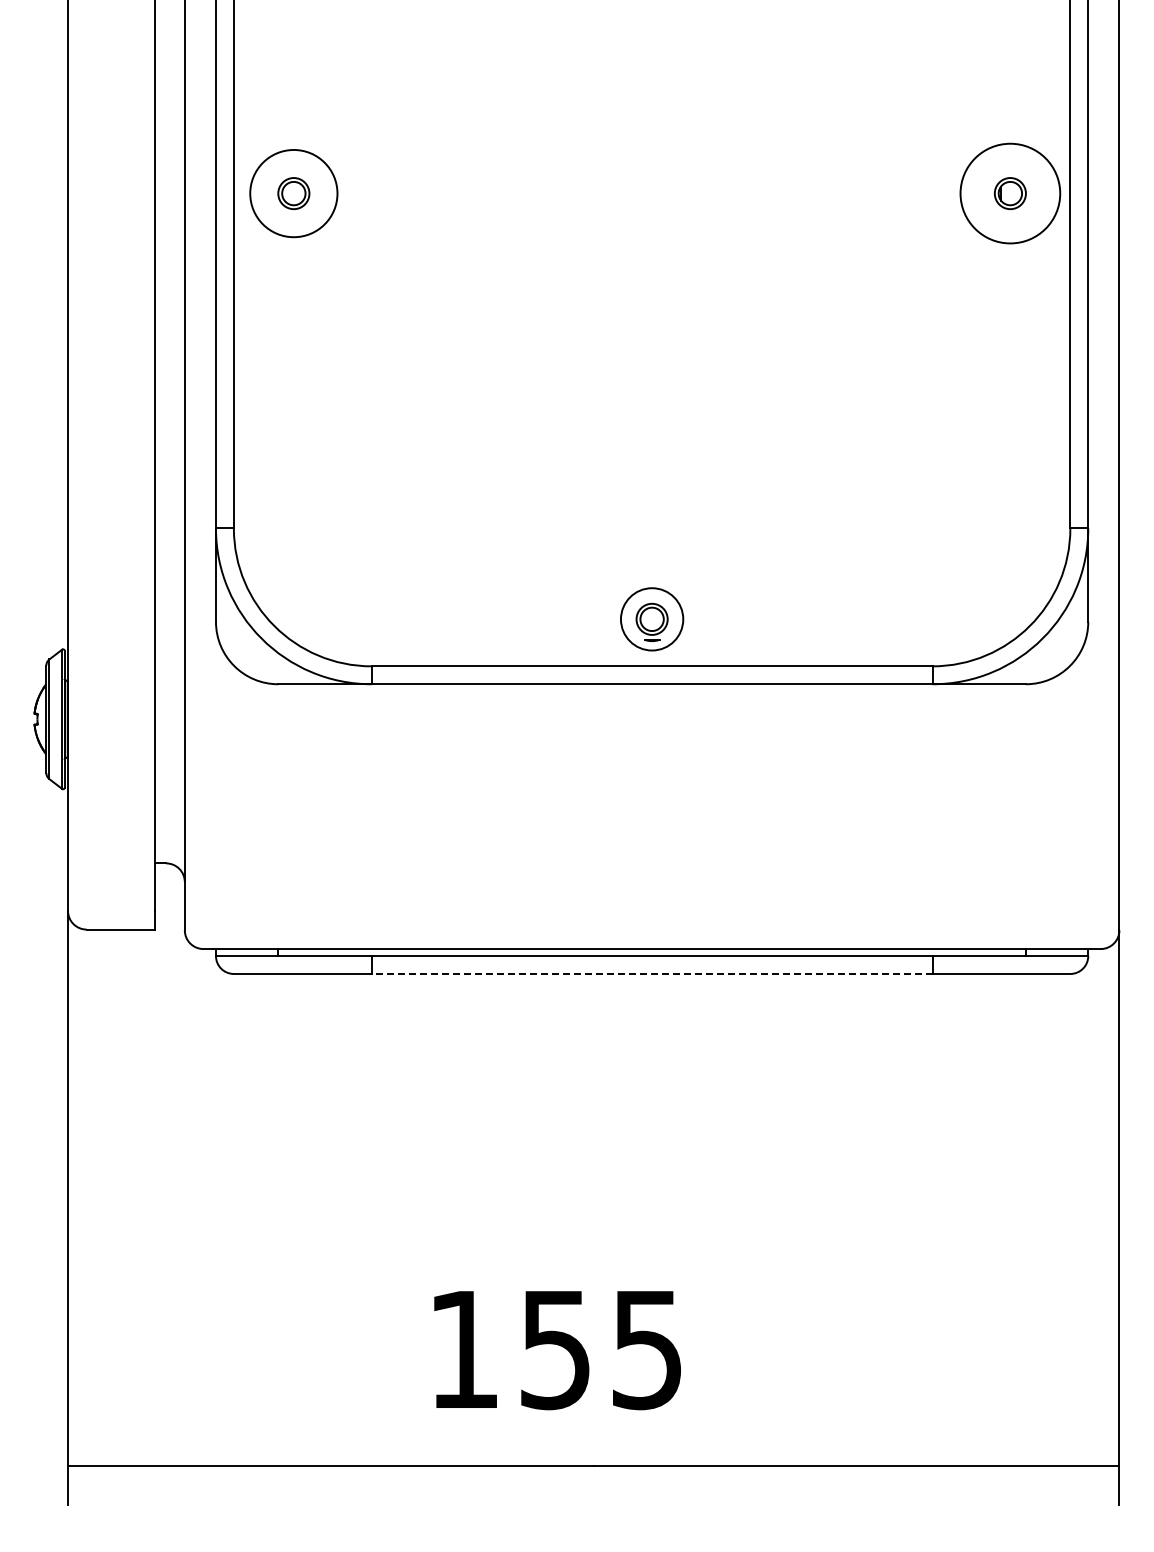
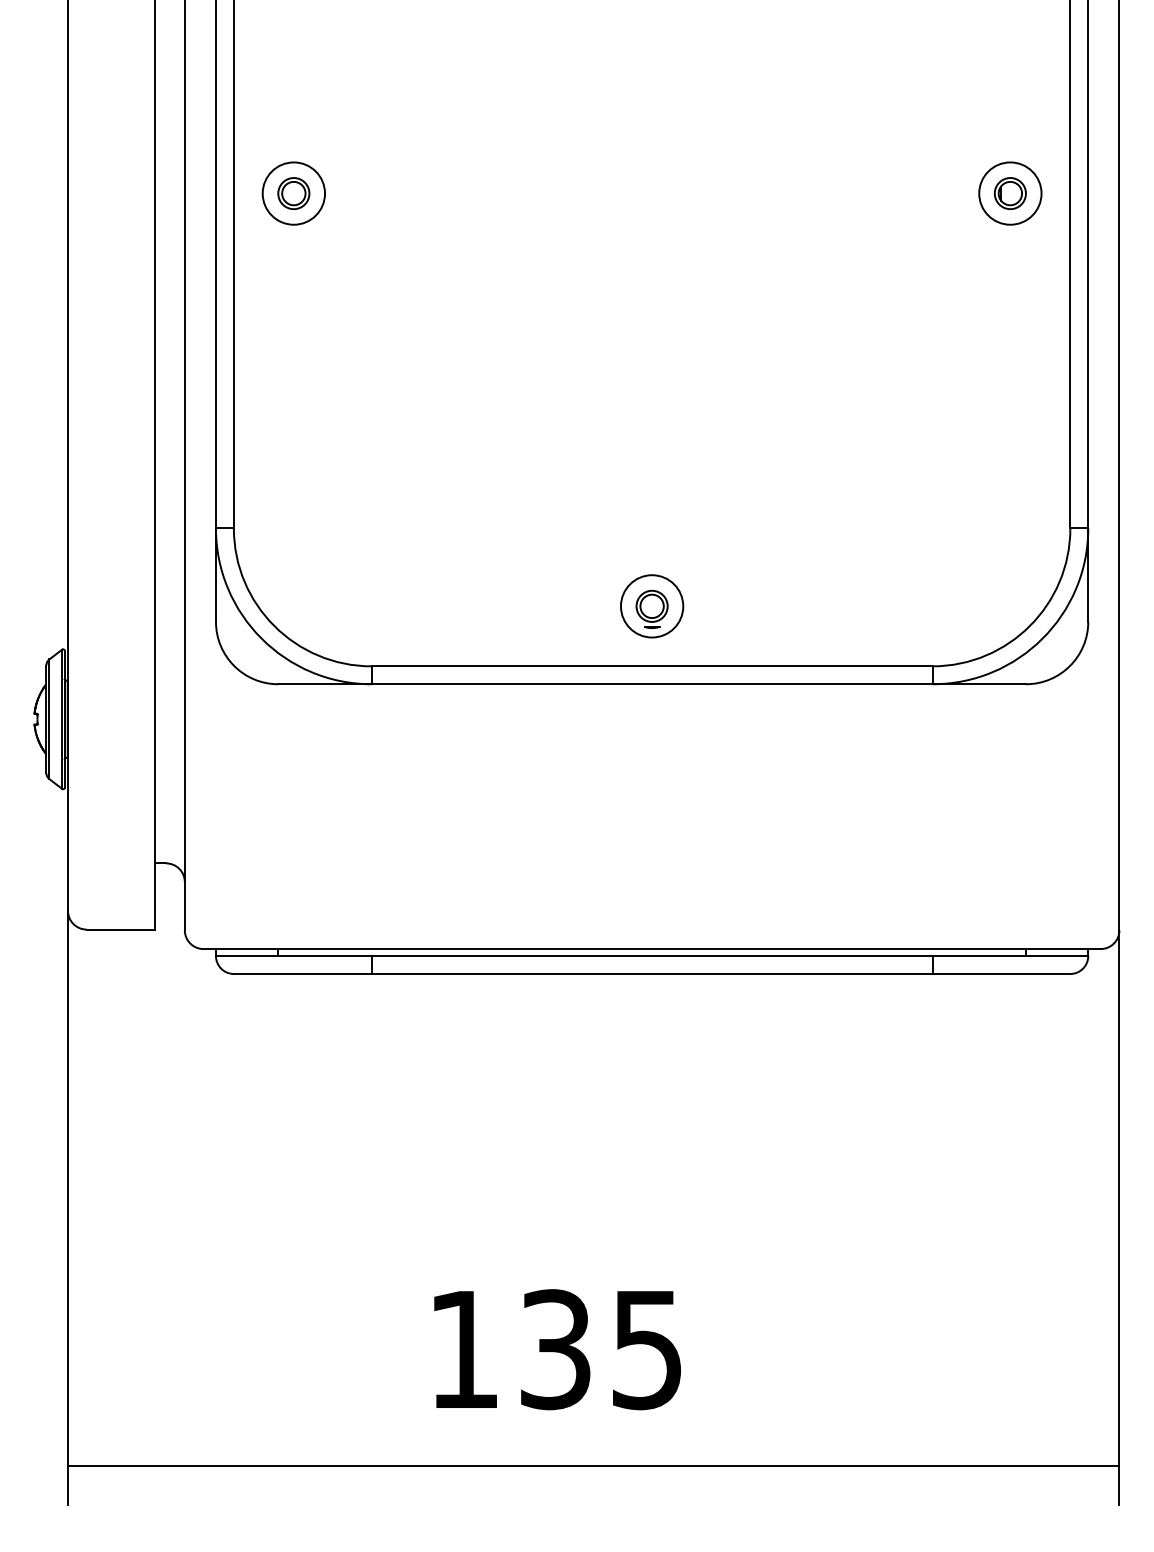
circle at (293, 193) diameter: 87 px -> 62 px
circle at (1010, 193) diameter: 100 px -> 62 px
part at (652, 619) position: (652, 619) -> (652, 606)
line at (651, 973): dashed -> solid
text at (555, 1349): 155 -> 135
